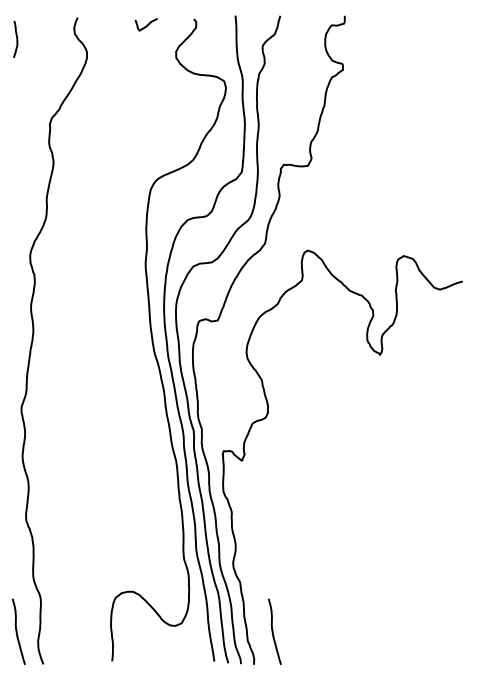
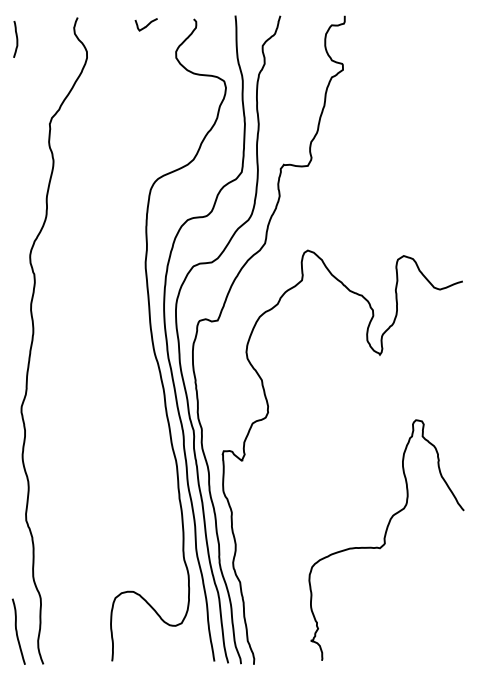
curve at (385, 539): none -> present
curve at (273, 631): present -> none
